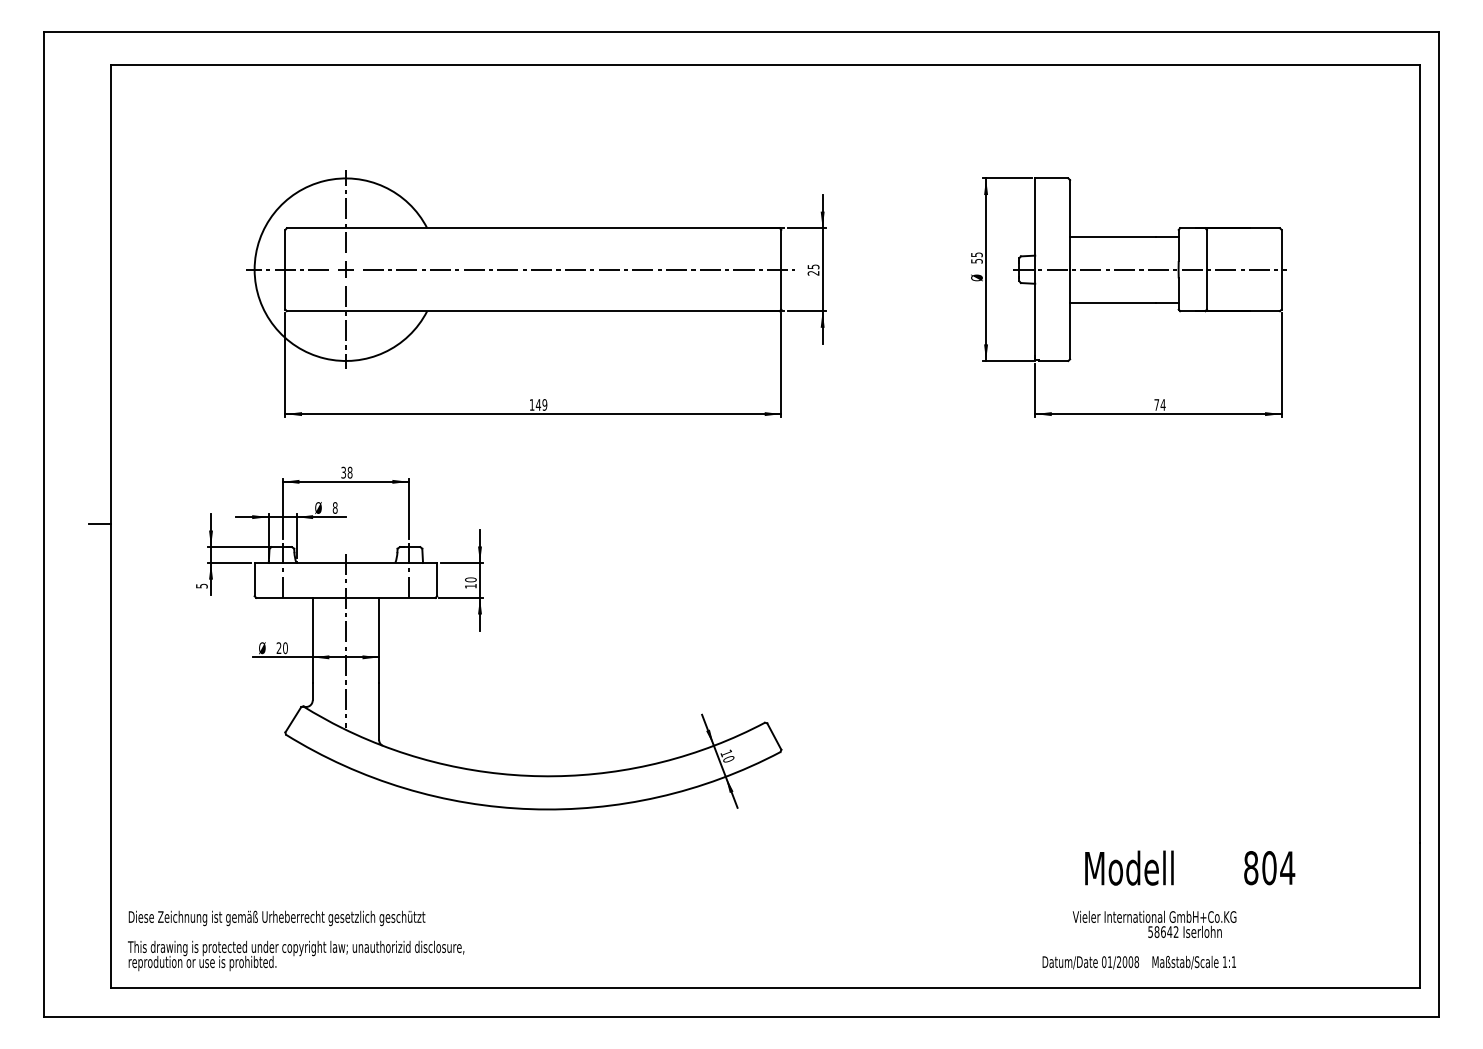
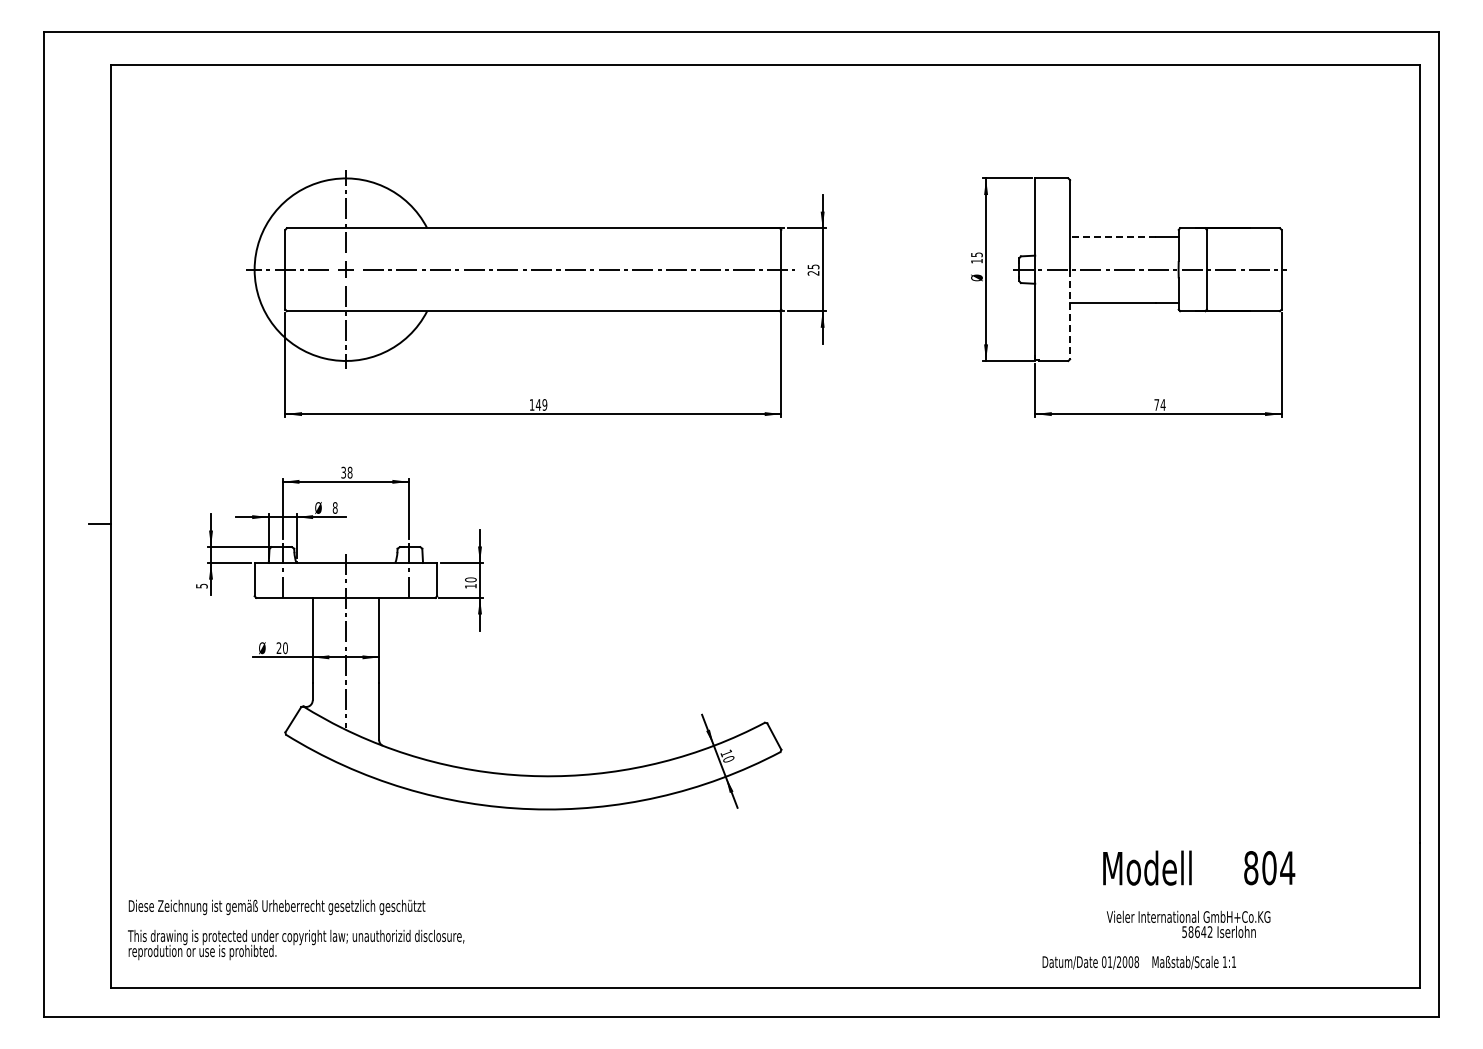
line at (1112, 236): solid -> dashed
text at (976, 261): 55 -> 15
line at (1070, 314): solid -> dashed
text at (1129, 867) position: (1129, 867) -> (1147, 867)
text at (1154, 923) position: (1154, 923) -> (1188, 923)
text at (296, 940) position: (296, 940) -> (296, 929)
